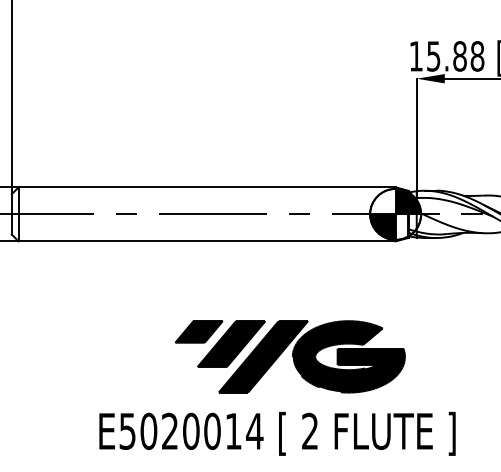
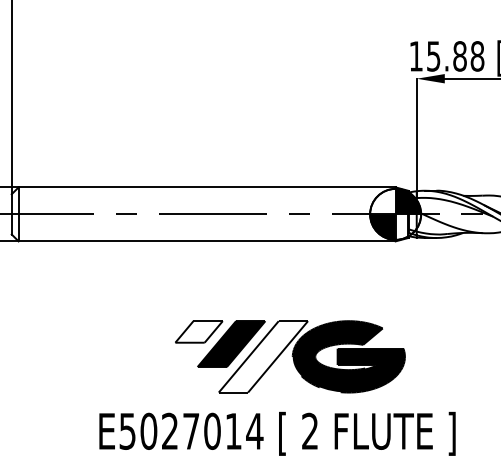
fill at (198, 331): present -> none
fill at (263, 356): present -> none
text at (191, 430): E5020014 -> E5027014
